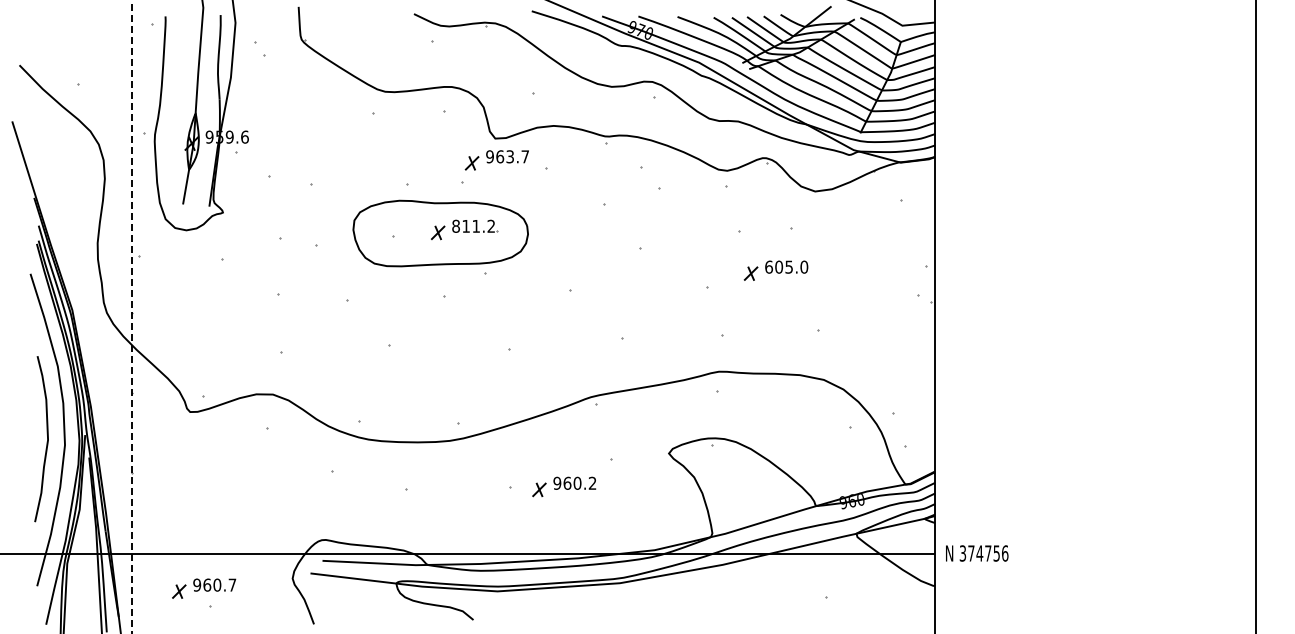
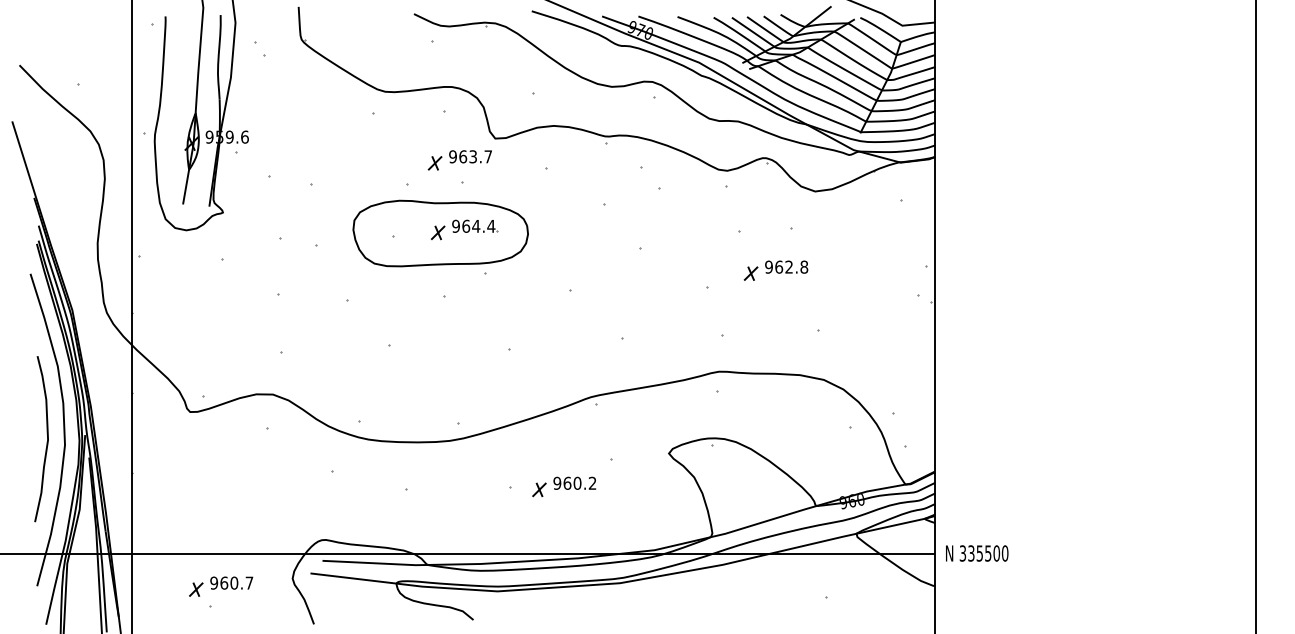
part at (496, 160) position: (496, 160) -> (459, 160)
text at (473, 225): 811.2 -> 964.4
text at (786, 266): 605.0 -> 962.8
line at (132, 317): dashed -> solid
text at (988, 553): 374756 -> 335500
part at (204, 588) position: (204, 588) -> (221, 586)
